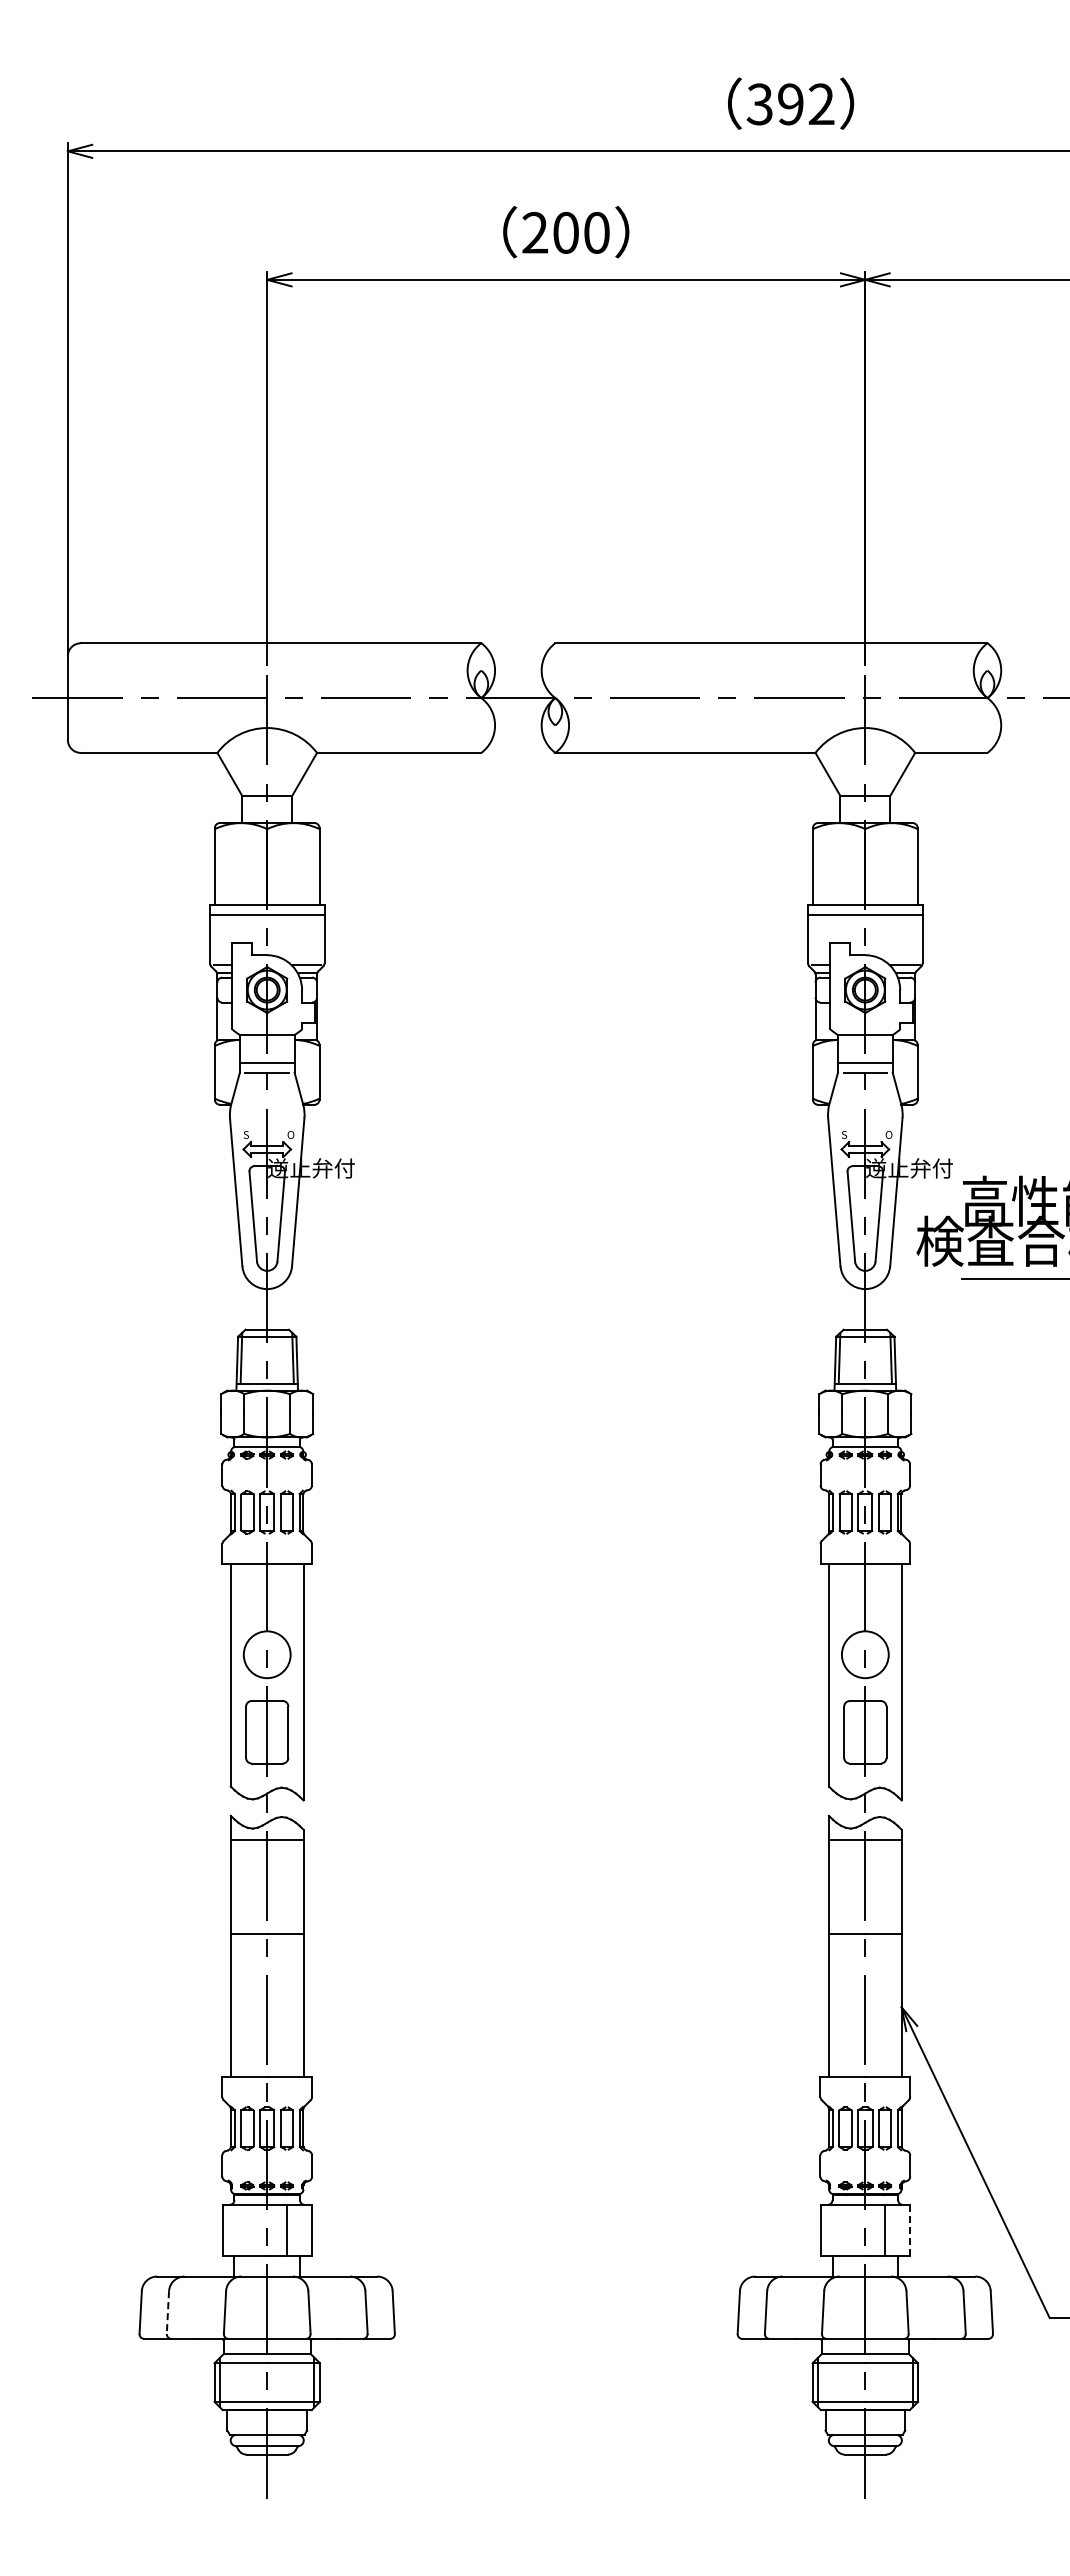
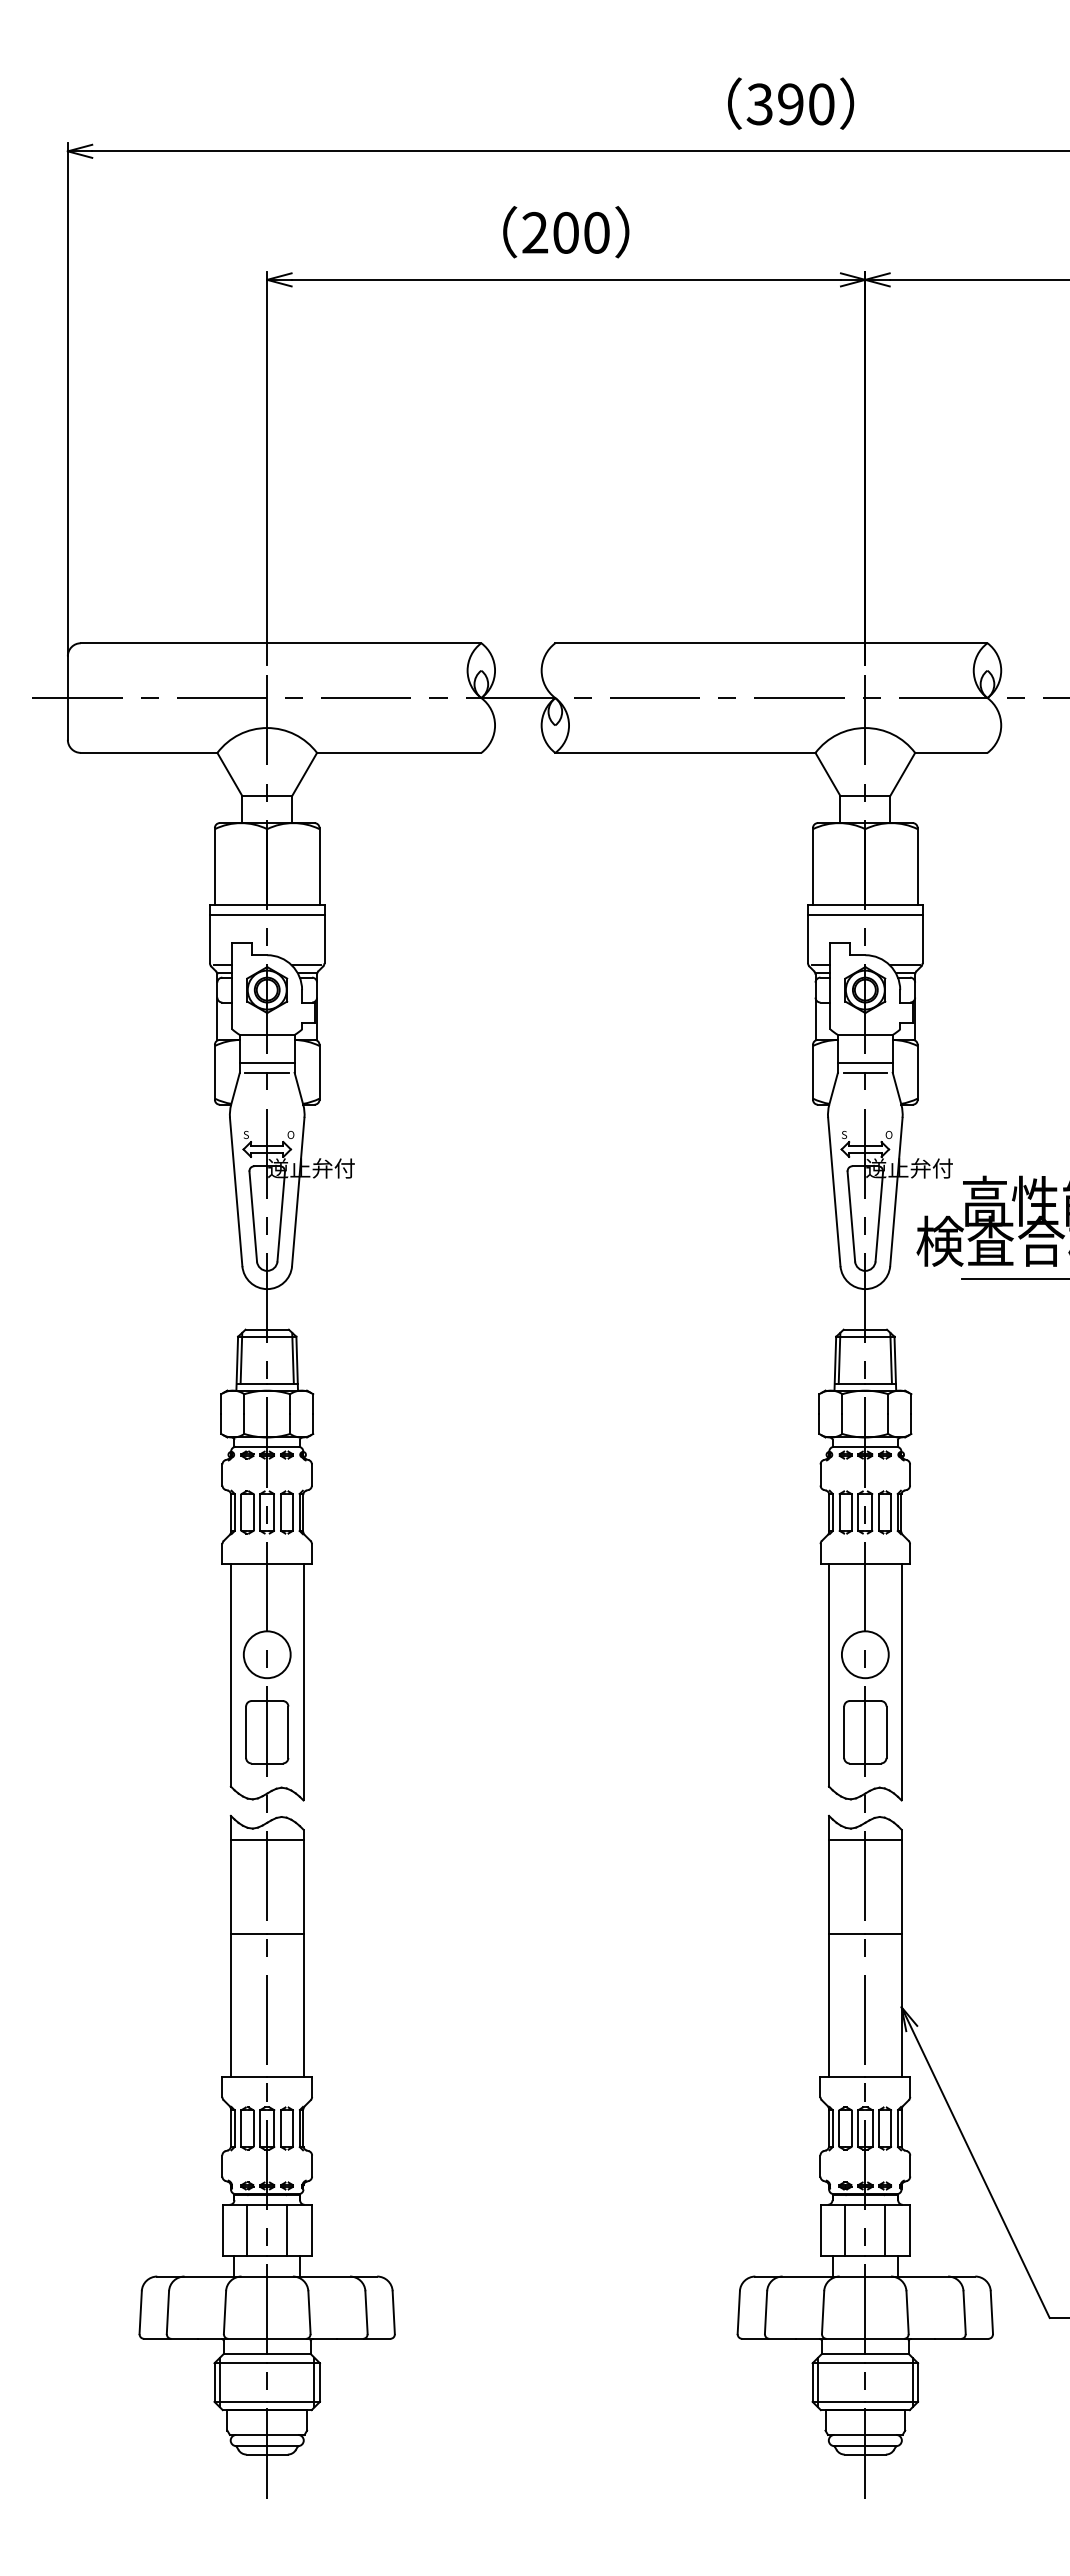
text at (821, 104): 392 -> 390
line at (247, 2230): none -> present
line at (845, 2230): none -> present
line at (909, 2230): dashed -> solid
line at (167, 2313): dashed -> solid
